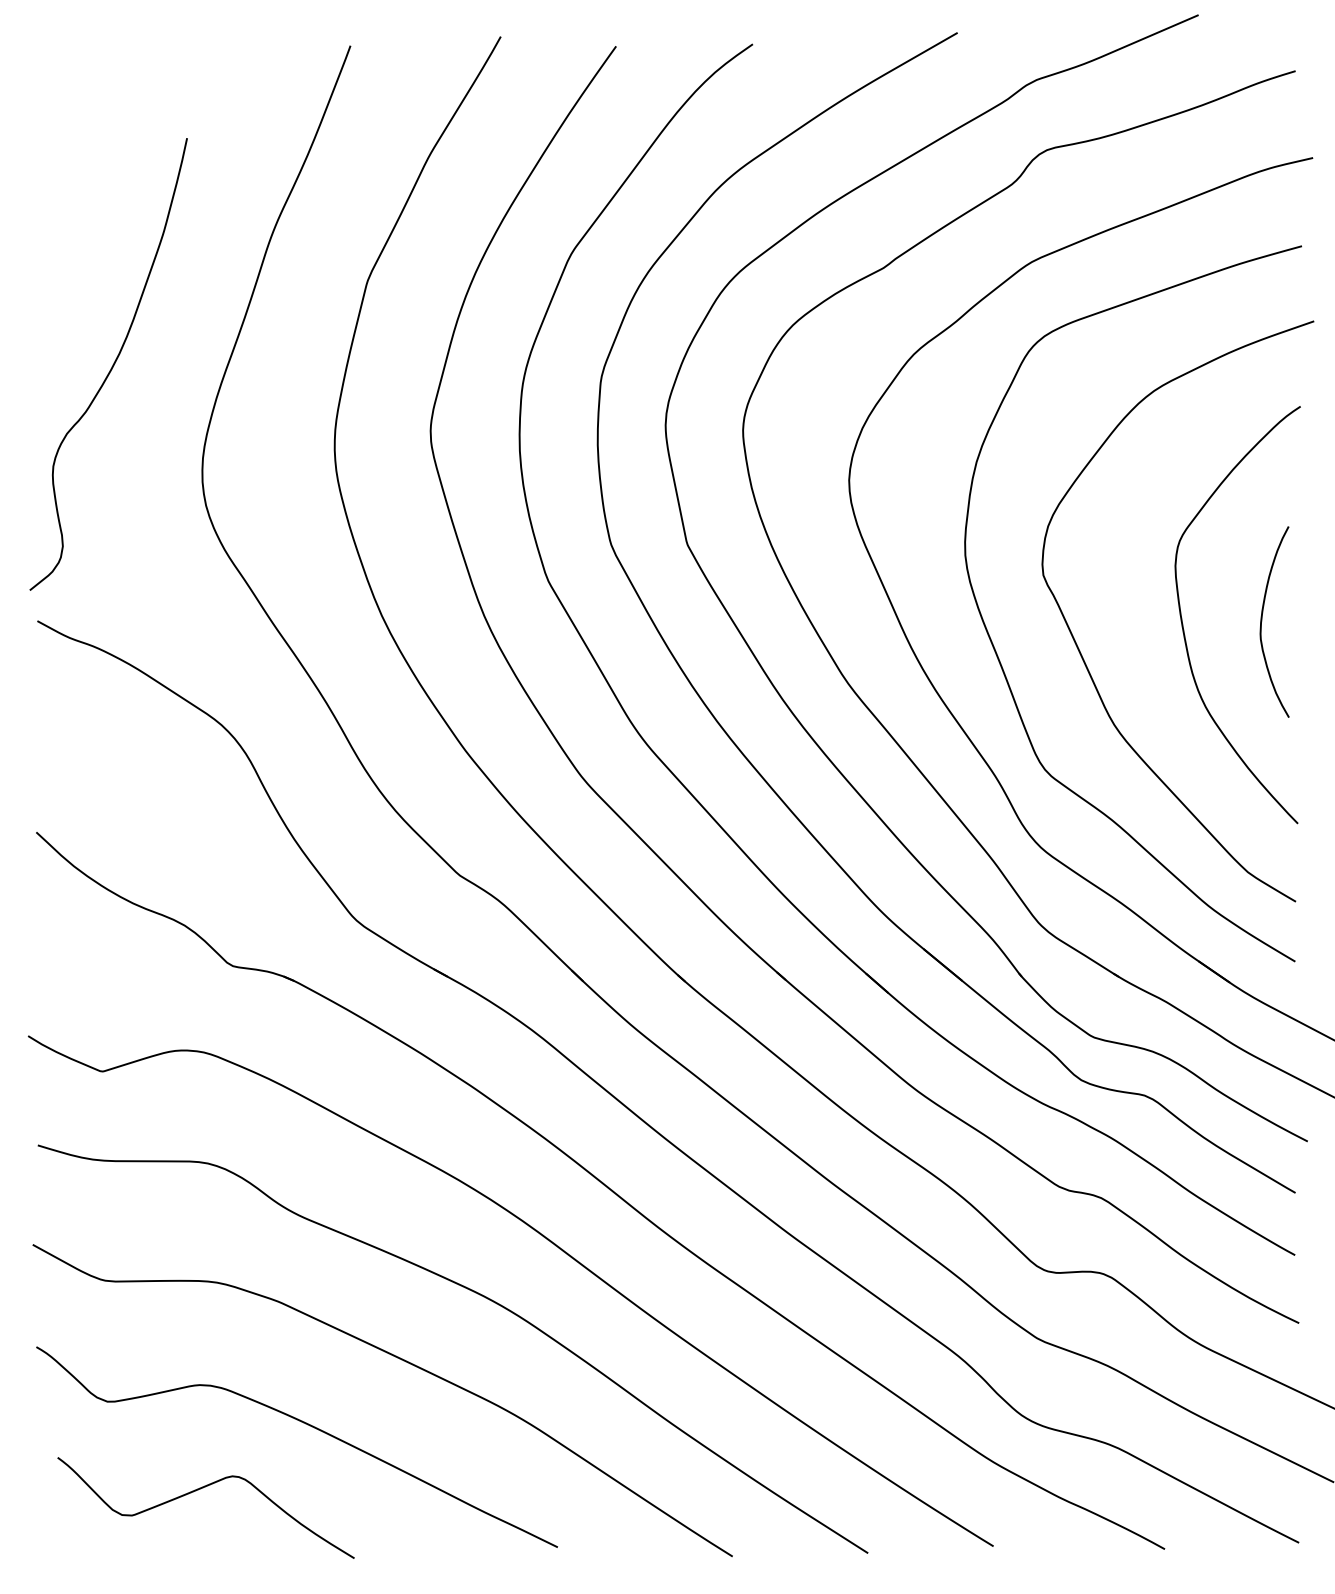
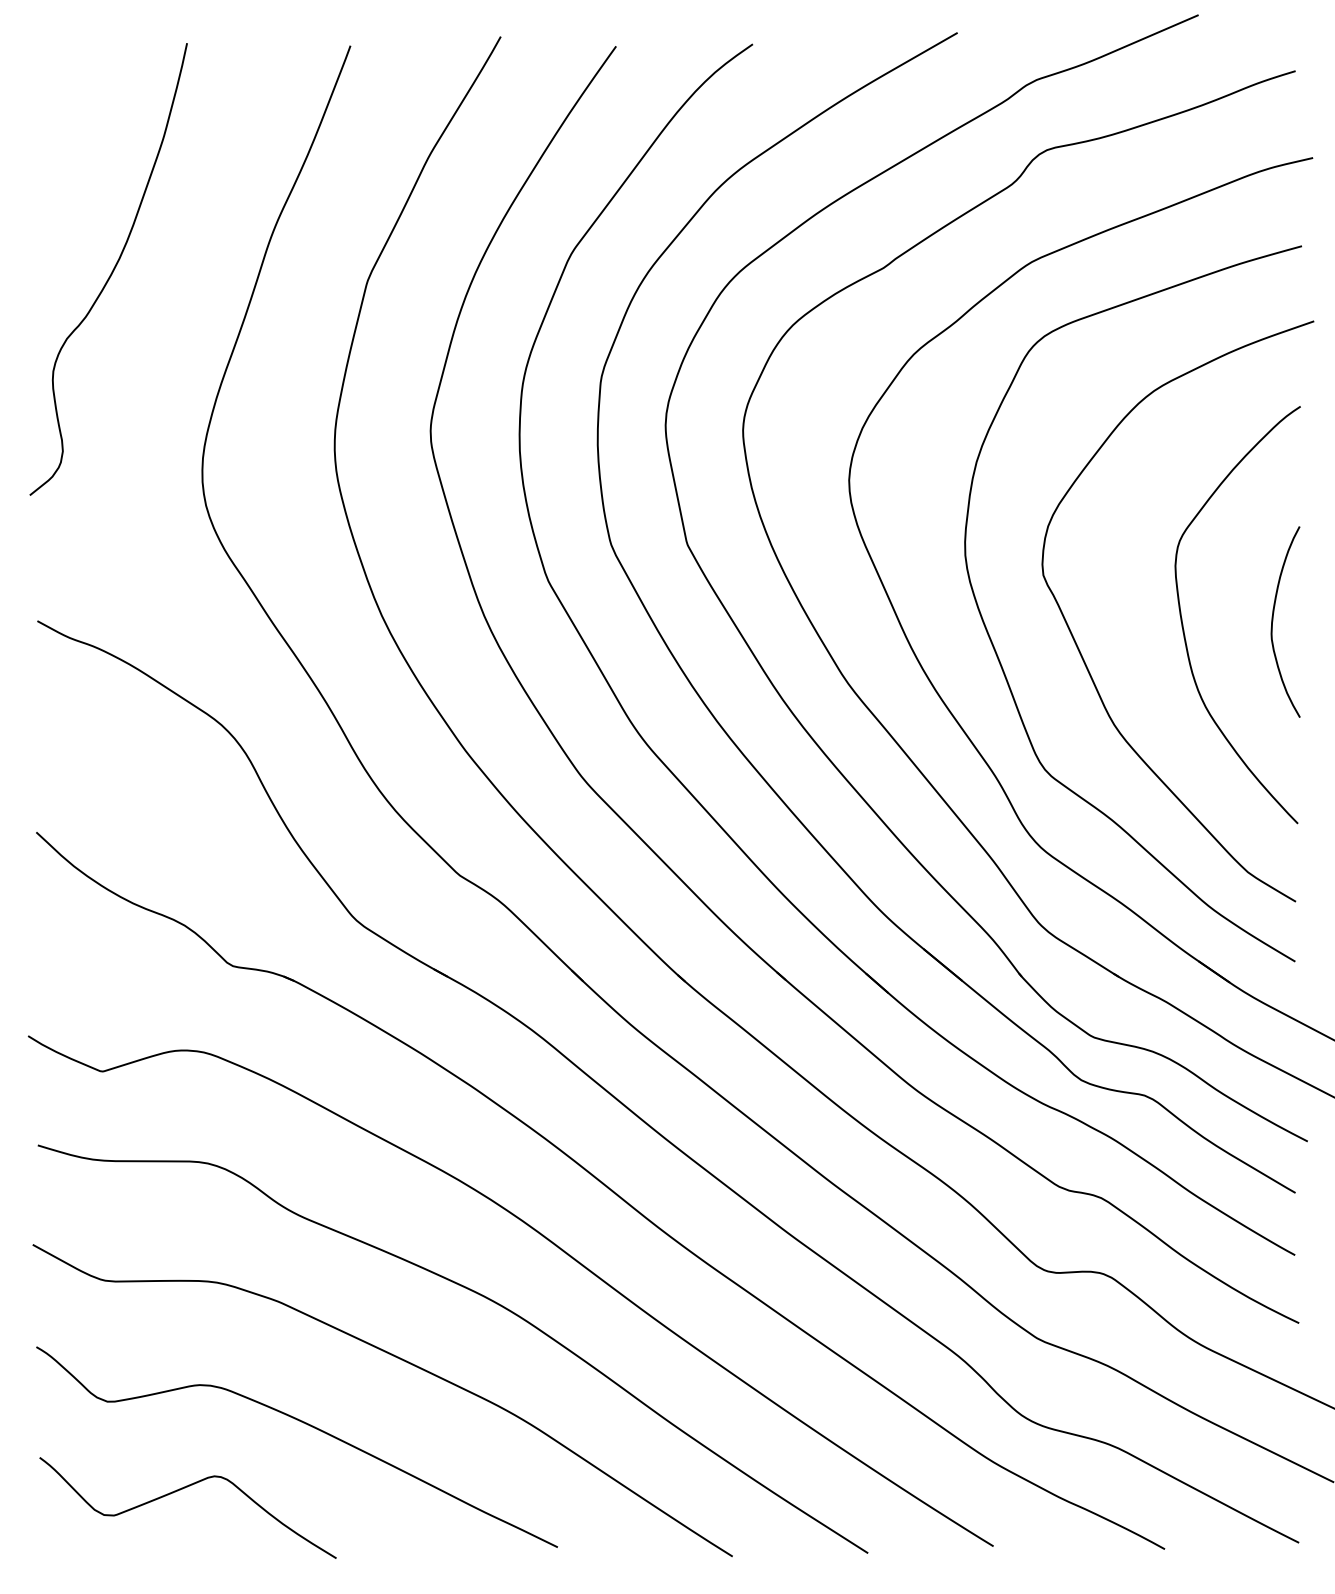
curve at (111, 366) position: (111, 366) -> (111, 271)
curve at (1262, 621) position: (1262, 621) -> (1273, 621)
curve at (196, 1491) position: (196, 1491) -> (178, 1491)
